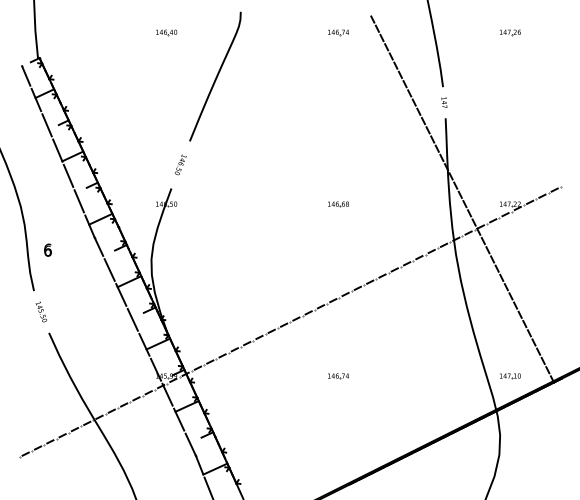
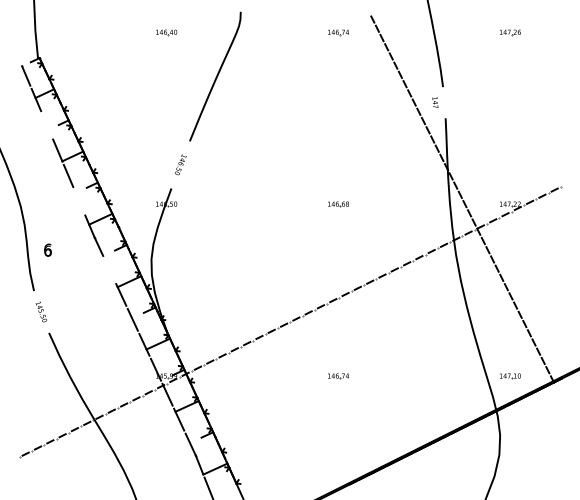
text at (444, 102) position: (444, 102) -> (435, 102)
line at (46, 125): present -> none
line at (78, 201): present -> none
line at (109, 269): present -> none
